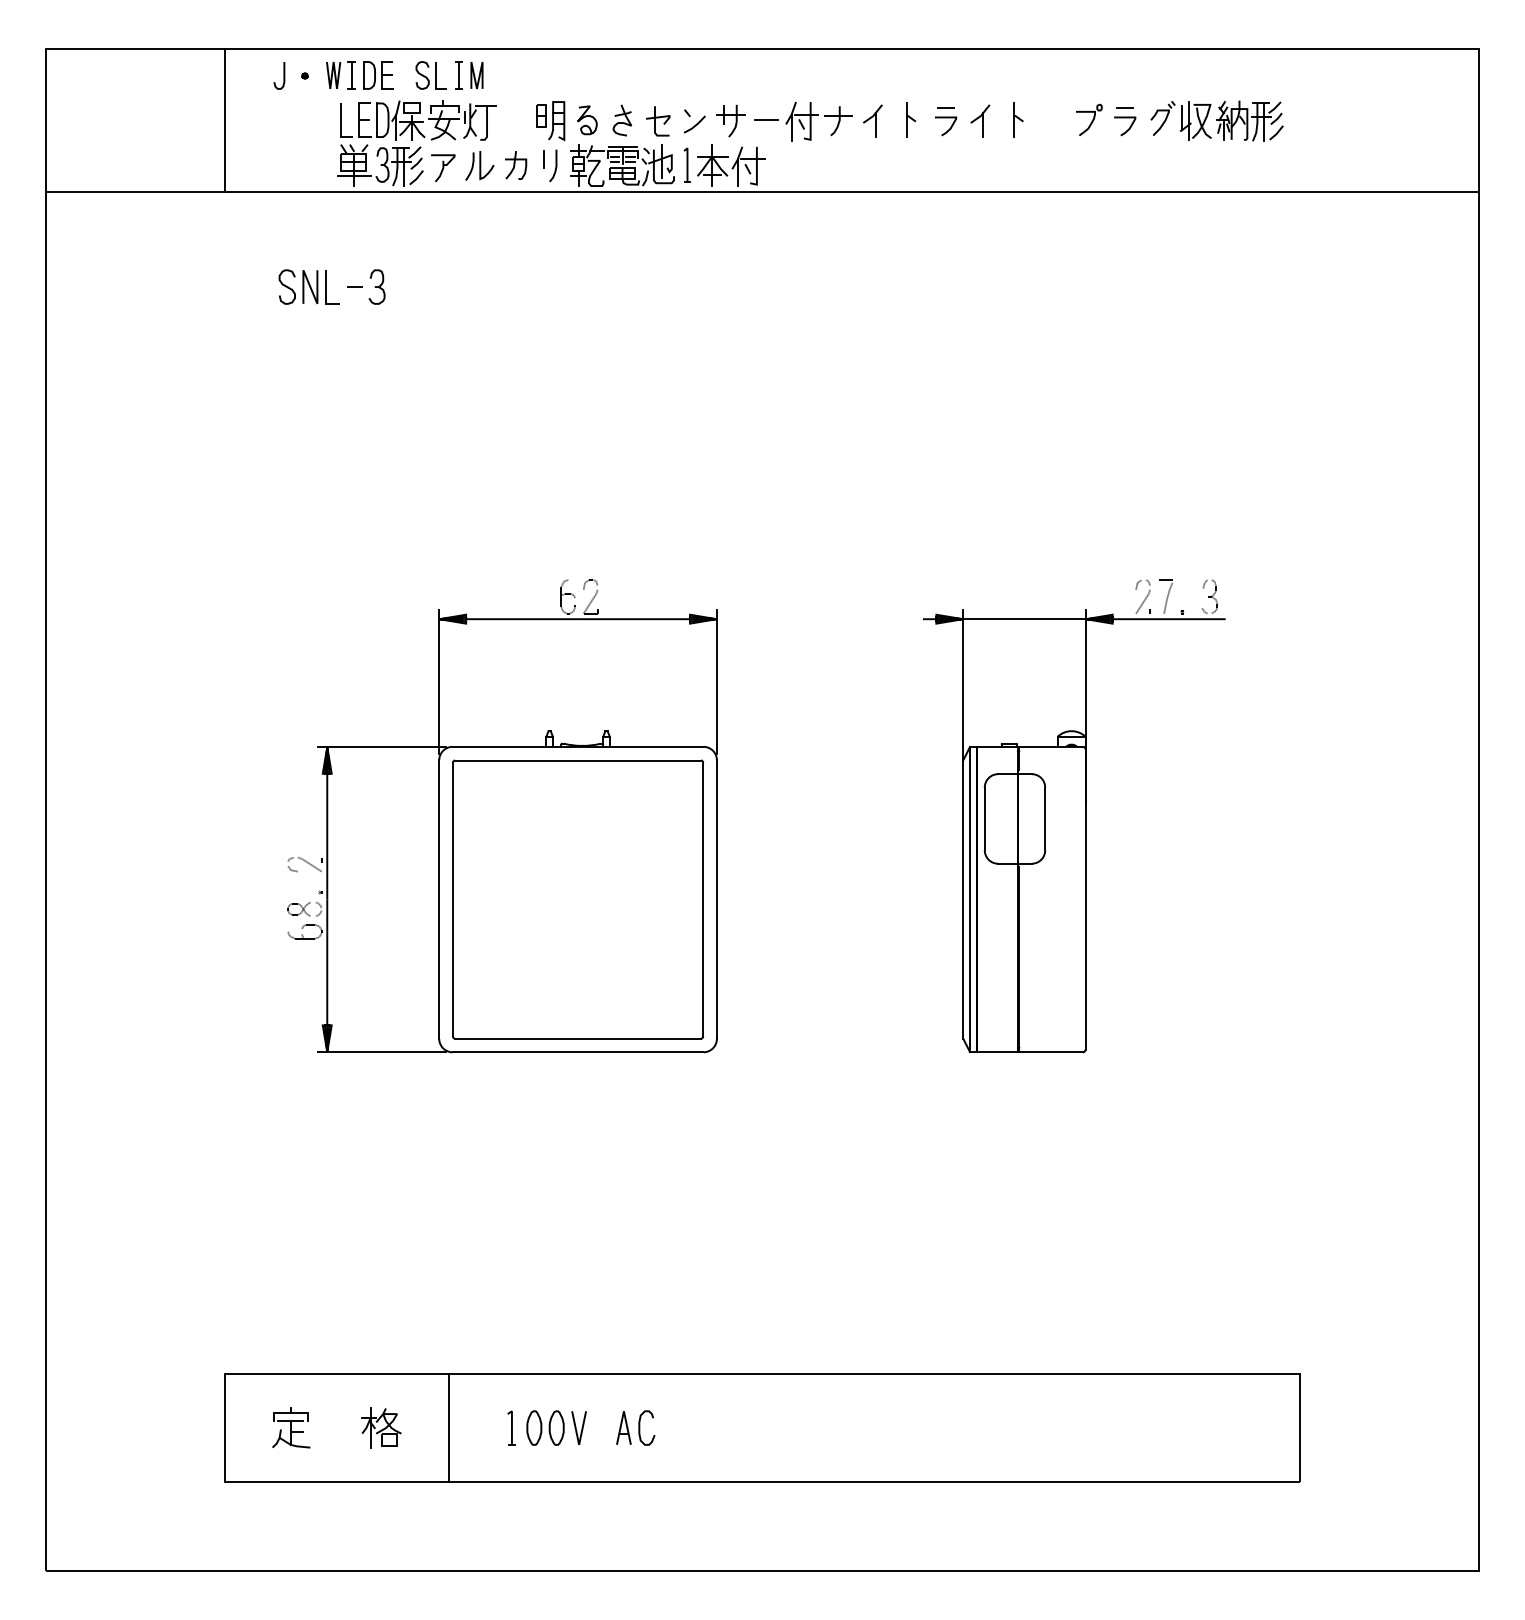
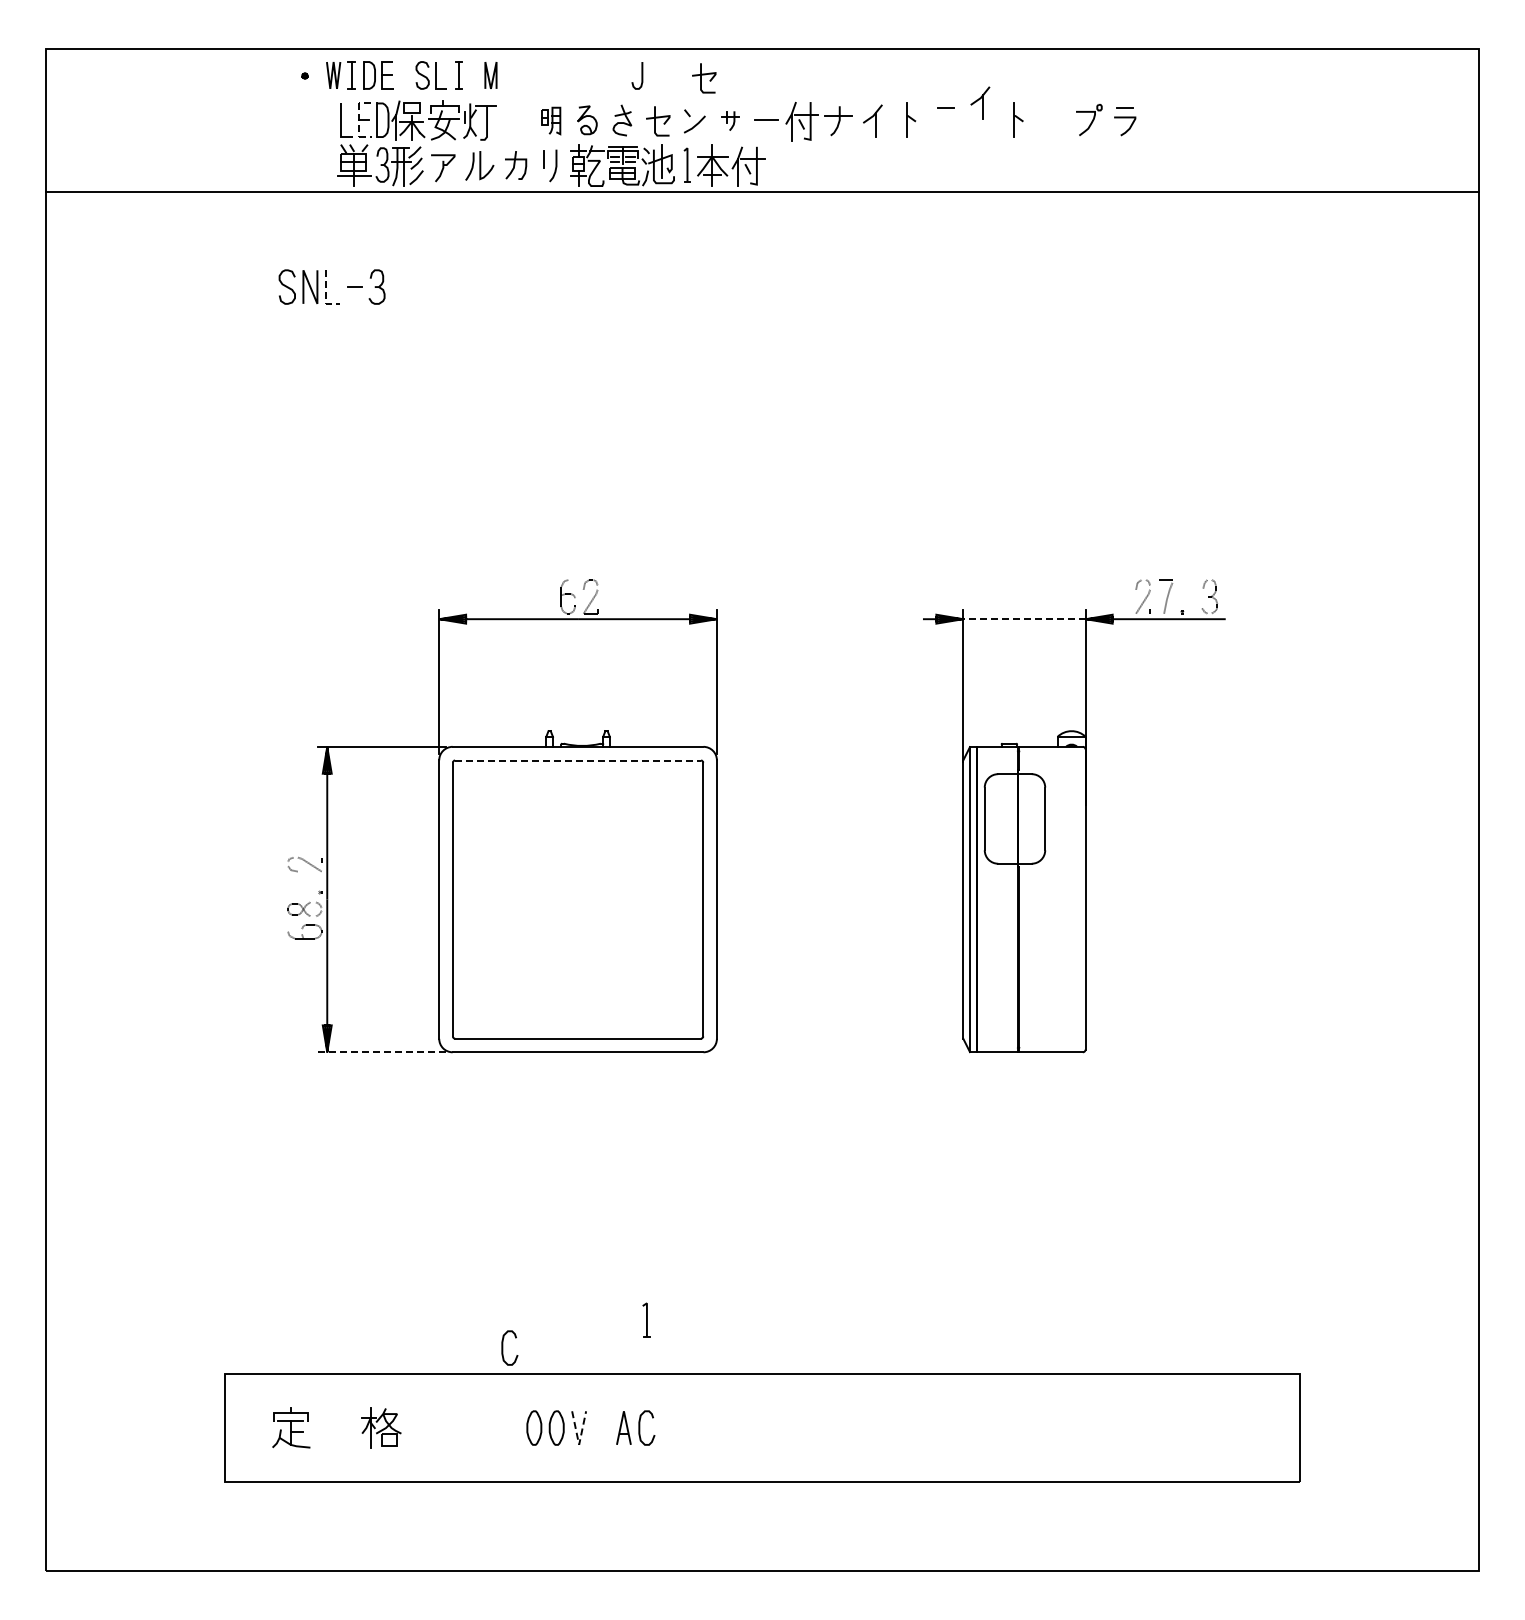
curve at (283, 75) position: (283, 75) -> (641, 75)
line at (475, 75) position: (475, 75) -> (489, 75)
part at (704, 78): none -> present
line at (225, 119): present -> none
part at (550, 120) size: 30x40 px -> 21x30 px
part at (730, 120) size: 30x34 px -> 19x20 px
part at (980, 120) position: (980, 120) -> (980, 102)
part at (1216, 120): present -> none
line at (359, 121): solid -> dashed
curve at (949, 128): present -> none
line at (325, 295): solid -> dashed
line at (1024, 619): solid -> dashed
line at (578, 760): solid -> dashed
line at (382, 1052): solid -> dashed
curve at (503, 1347): none -> present
line at (448, 1427): present -> none
part at (511, 1427) position: (511, 1427) -> (646, 1319)
line at (579, 1444): solid -> dashed
